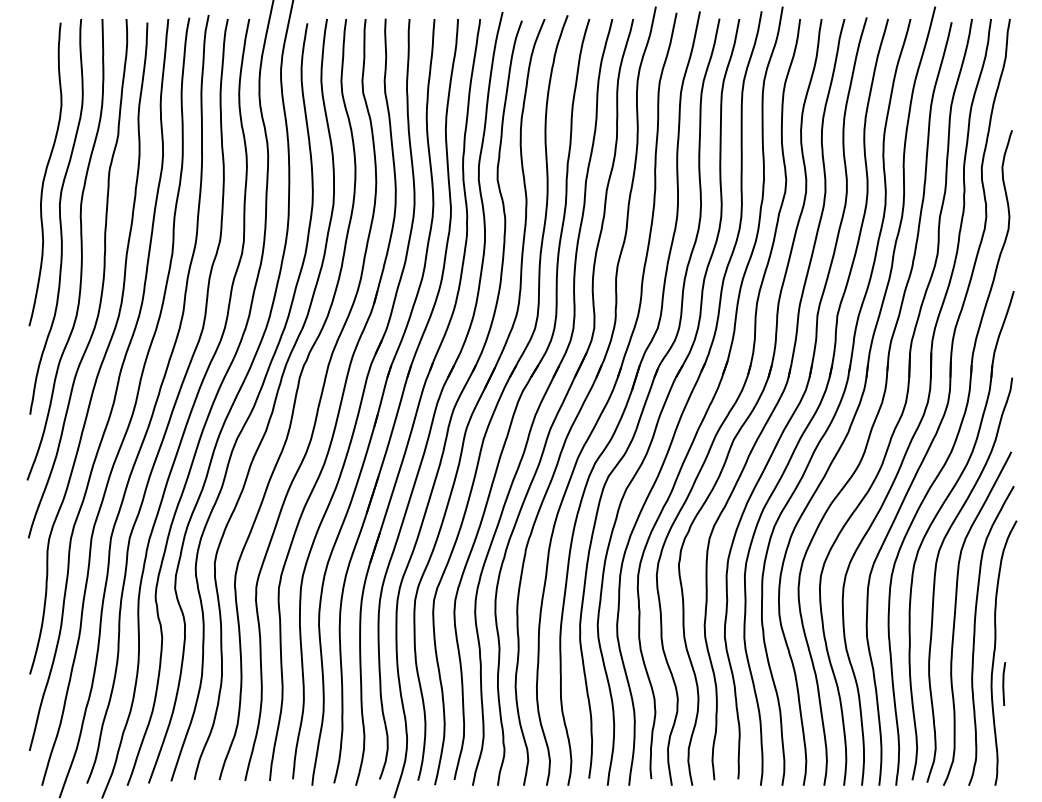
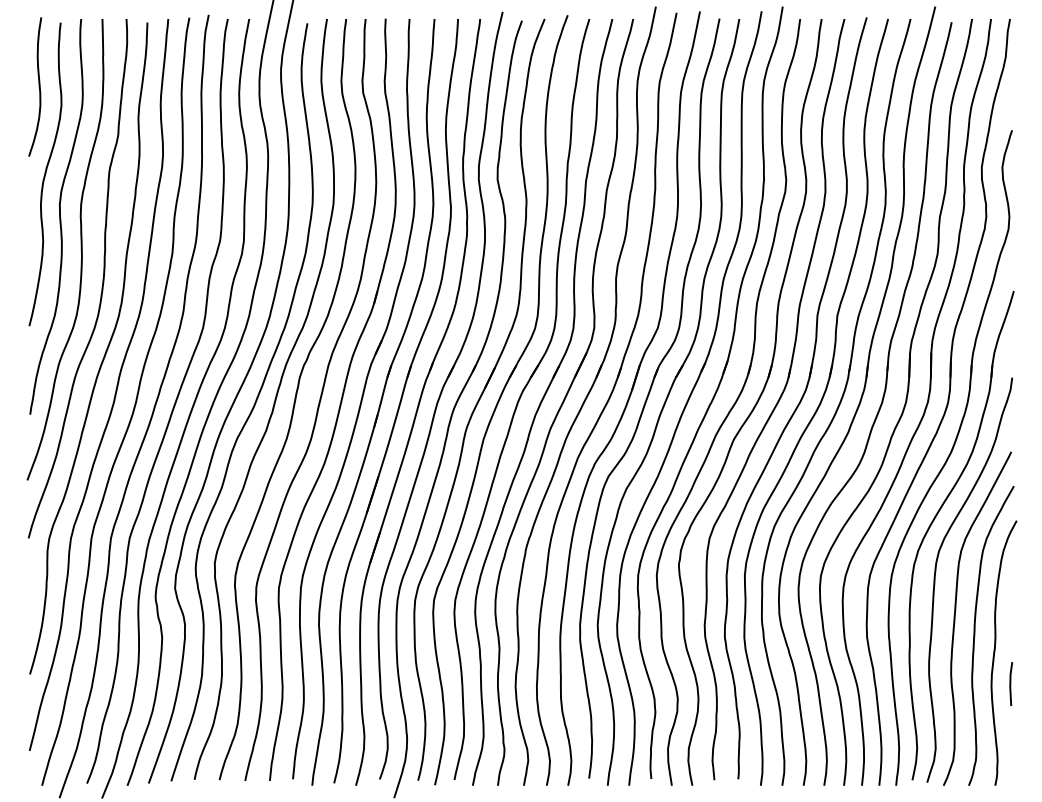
curve at (38, 86): none -> present
line at (1004, 683) position: (1004, 683) -> (1011, 683)
